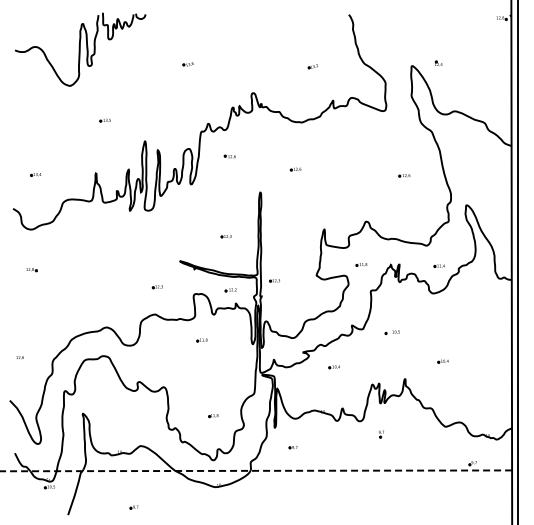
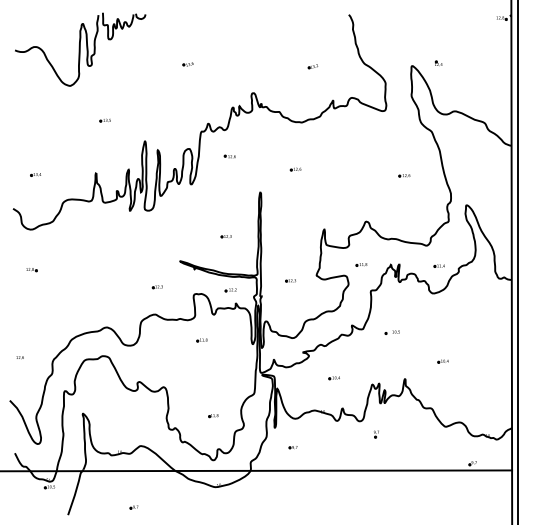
part at (274, 280) position: (274, 280) -> (290, 280)
part at (333, 367) position: (333, 367) -> (333, 378)
part at (381, 434) position: (381, 434) -> (376, 434)
line at (256, 470): dashed -> solid
